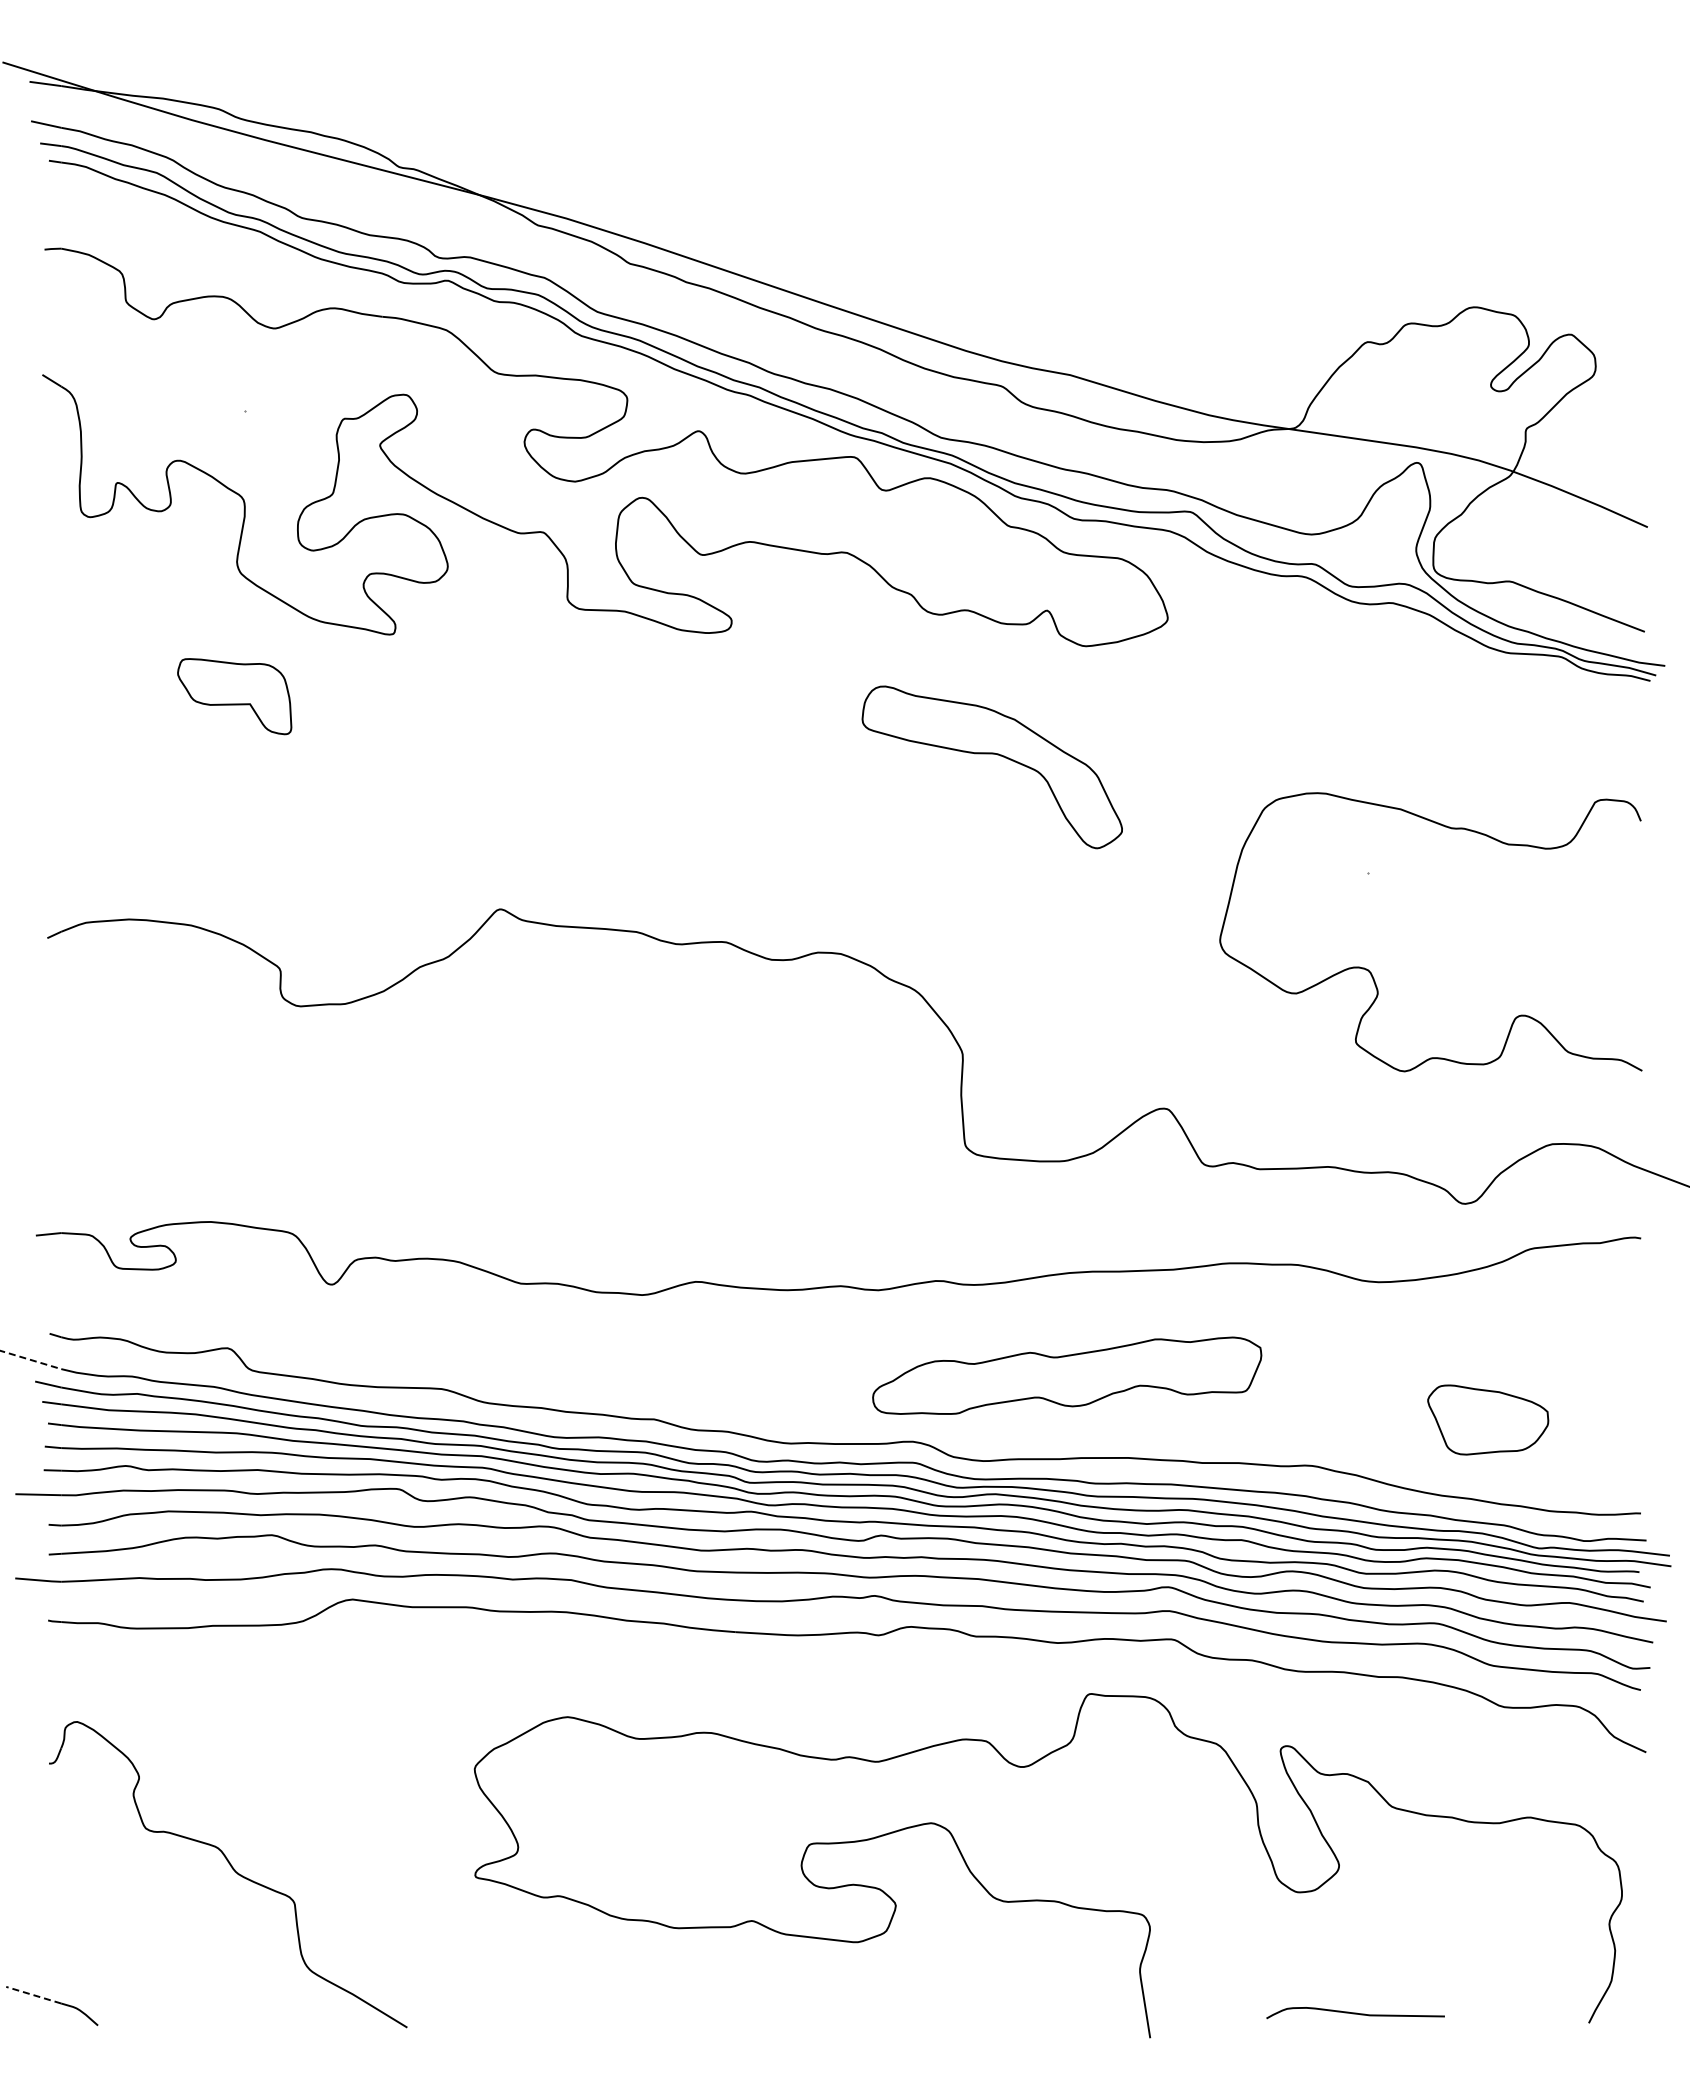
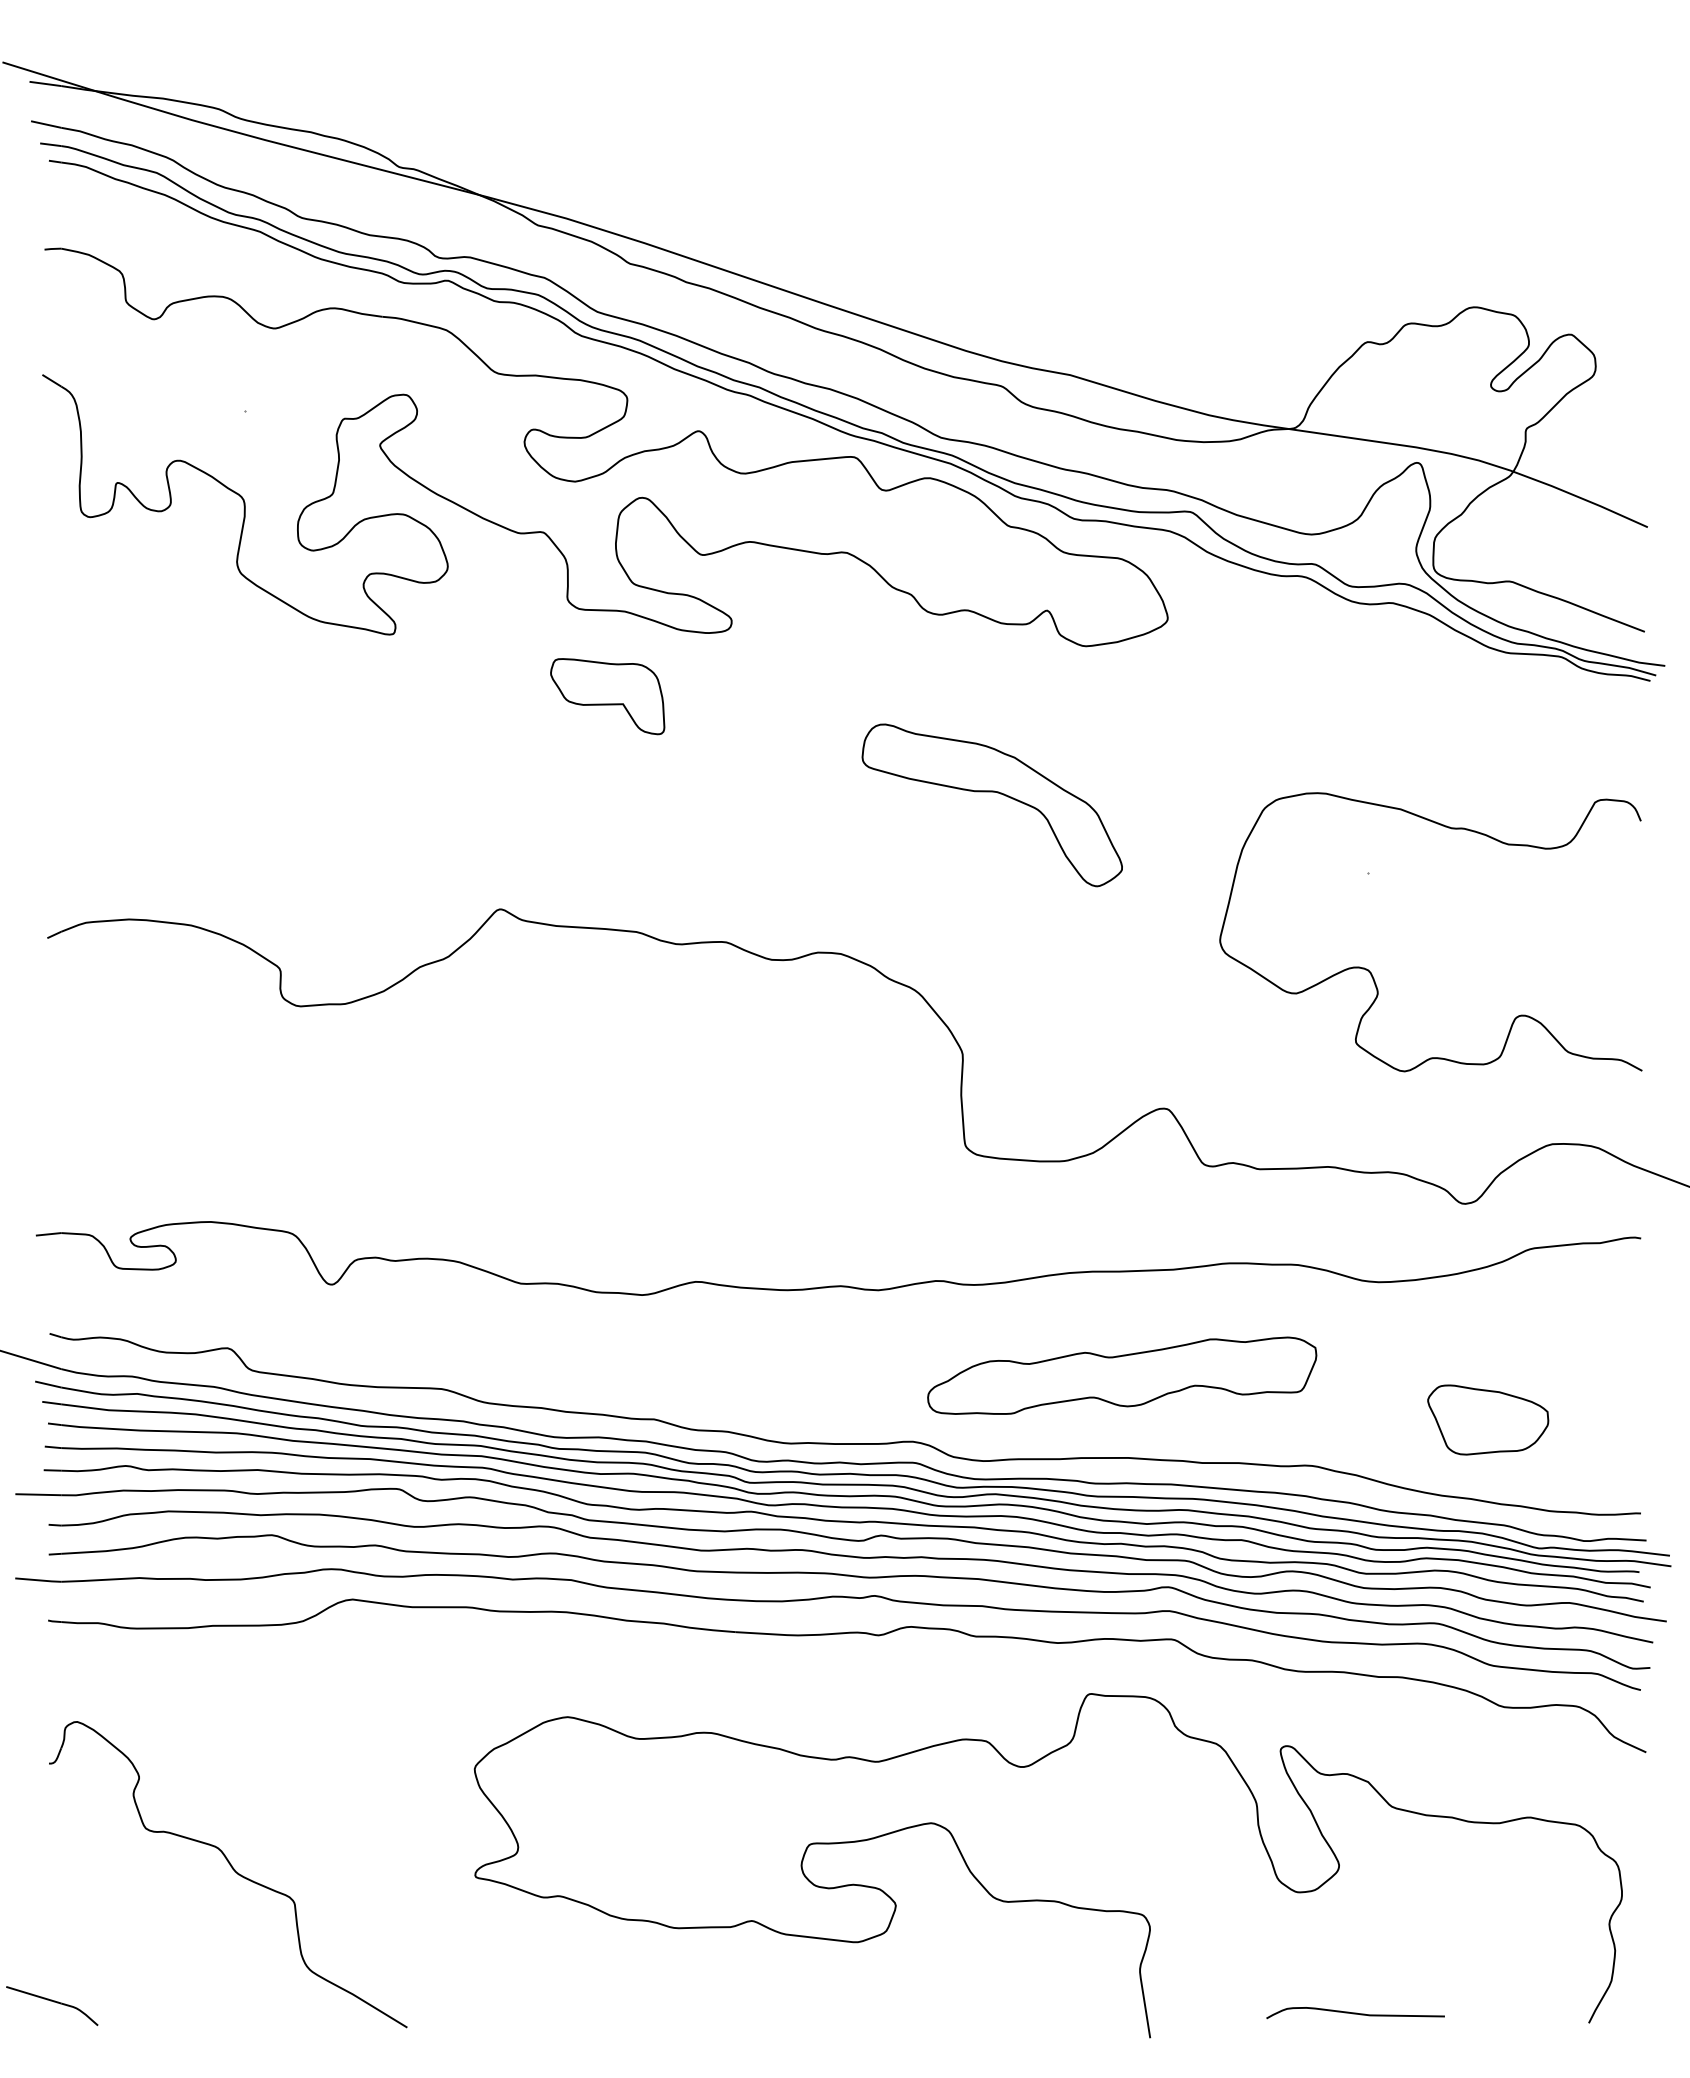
part at (234, 696) position: (234, 696) -> (607, 696)
part at (991, 754) position: (991, 754) -> (991, 792)
line at (30, 1359): dashed -> solid
part at (1067, 1375) position: (1067, 1375) -> (1122, 1375)
line at (33, 1995): dashed -> solid
